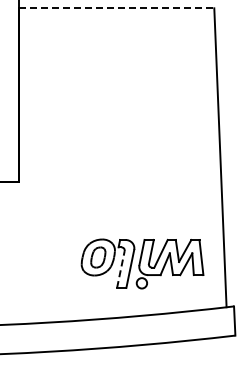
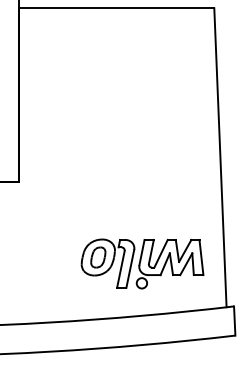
line at (117, 8): dashed -> solid
line at (120, 269): dashed -> solid
